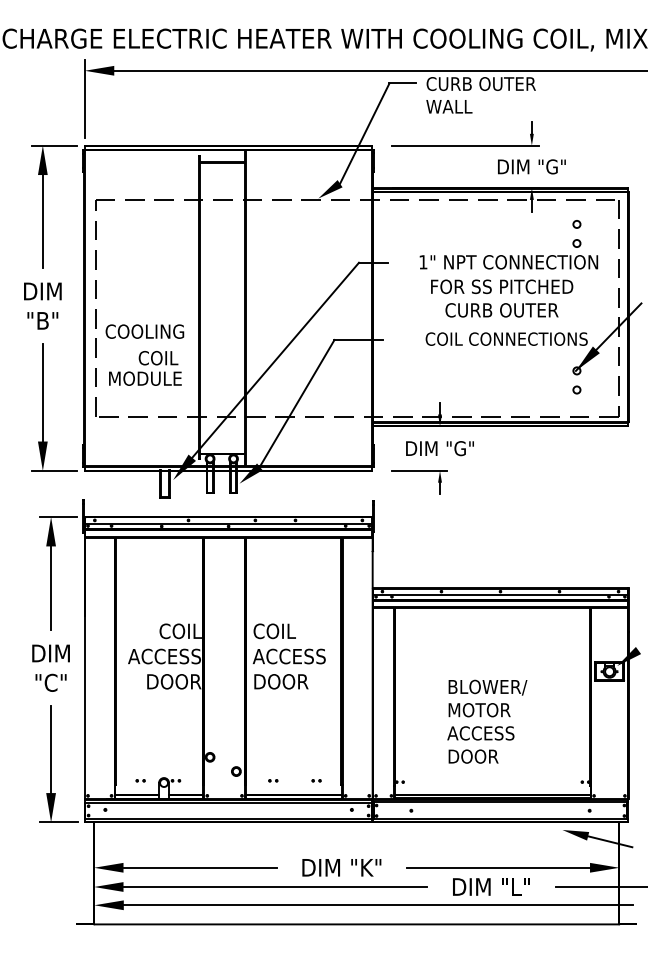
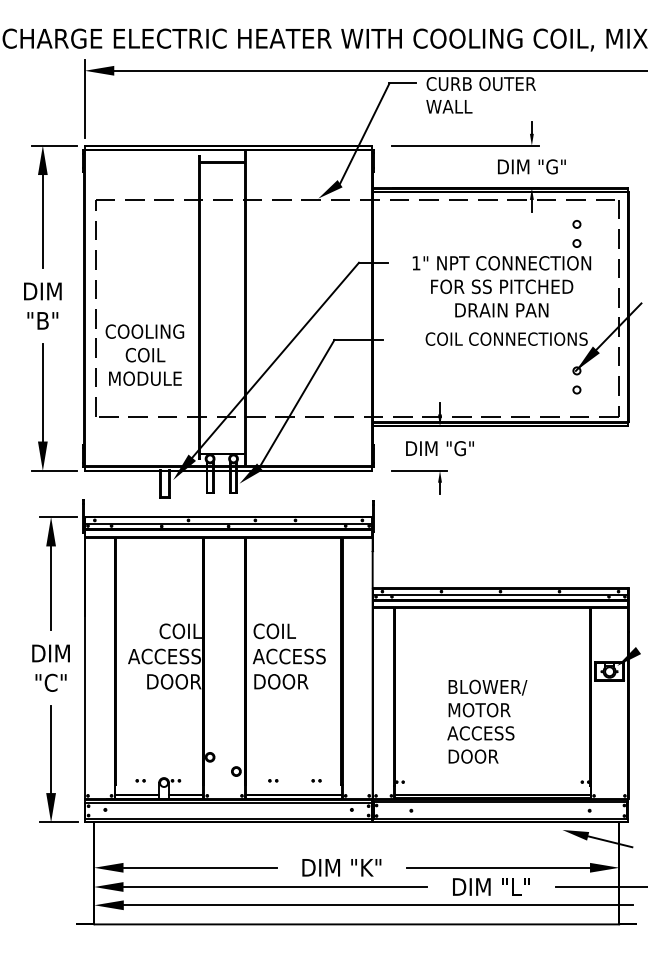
text at (508, 262) position: (508, 262) -> (501, 263)
text at (501, 310): CURB OUTER -> DRAIN PAN
text at (158, 358) position: (158, 358) -> (145, 355)
